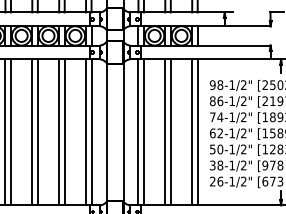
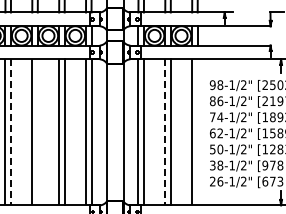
line at (10, 132): solid -> dashed
line at (37, 132): present -> none
line at (165, 132): solid -> dashed
line at (197, 132): present -> none
